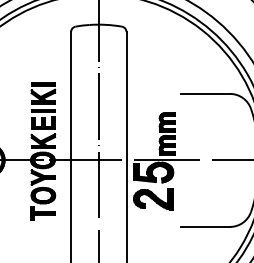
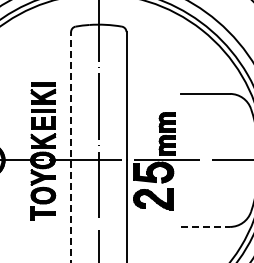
line at (71, 146): solid -> dashed
line at (205, 226): solid -> dashed
